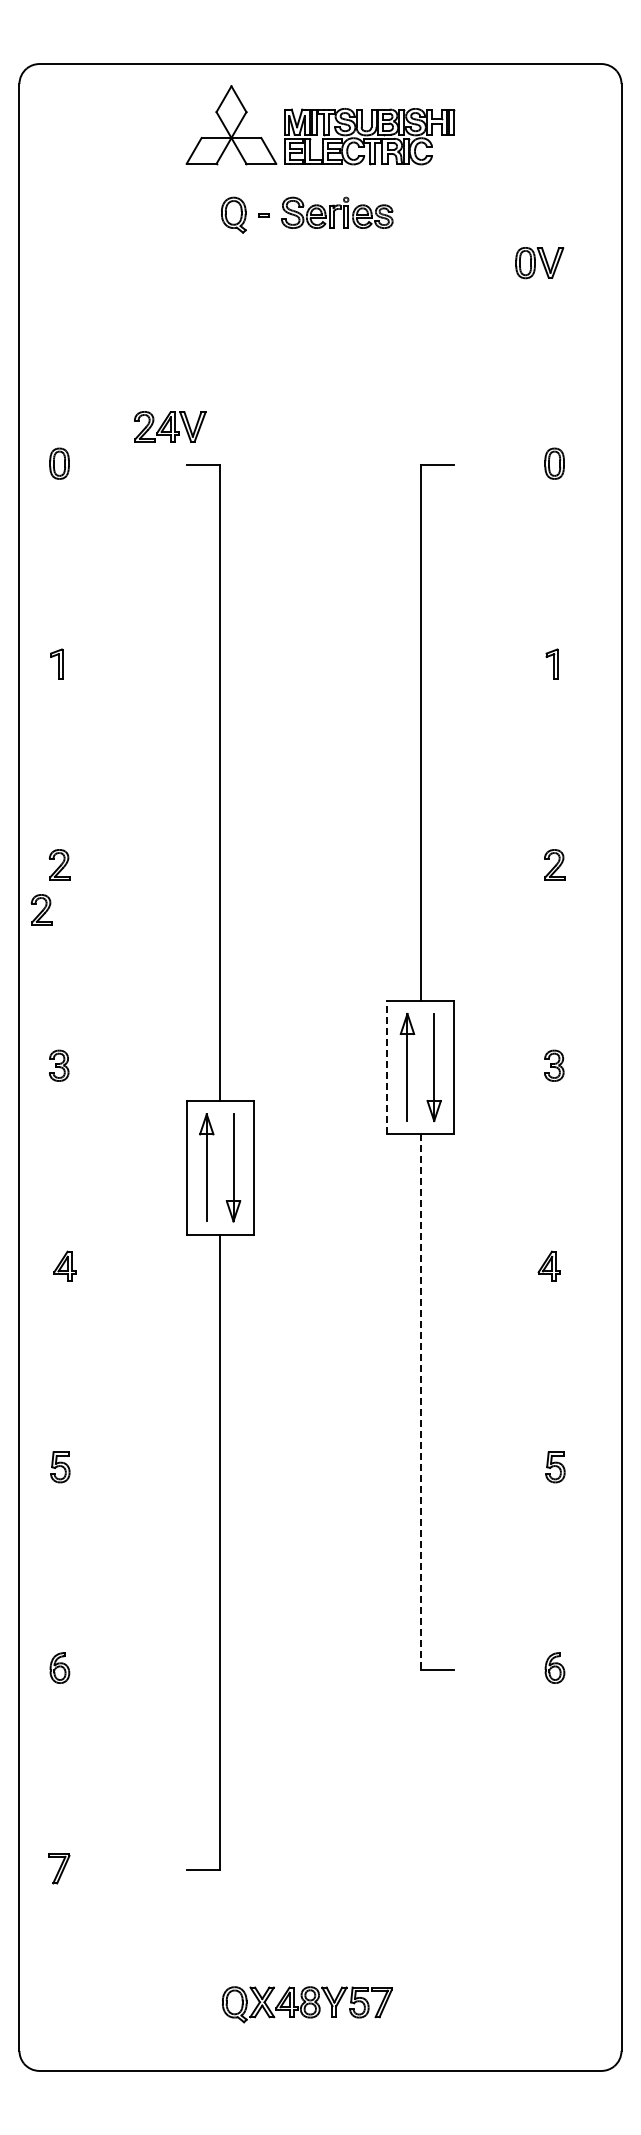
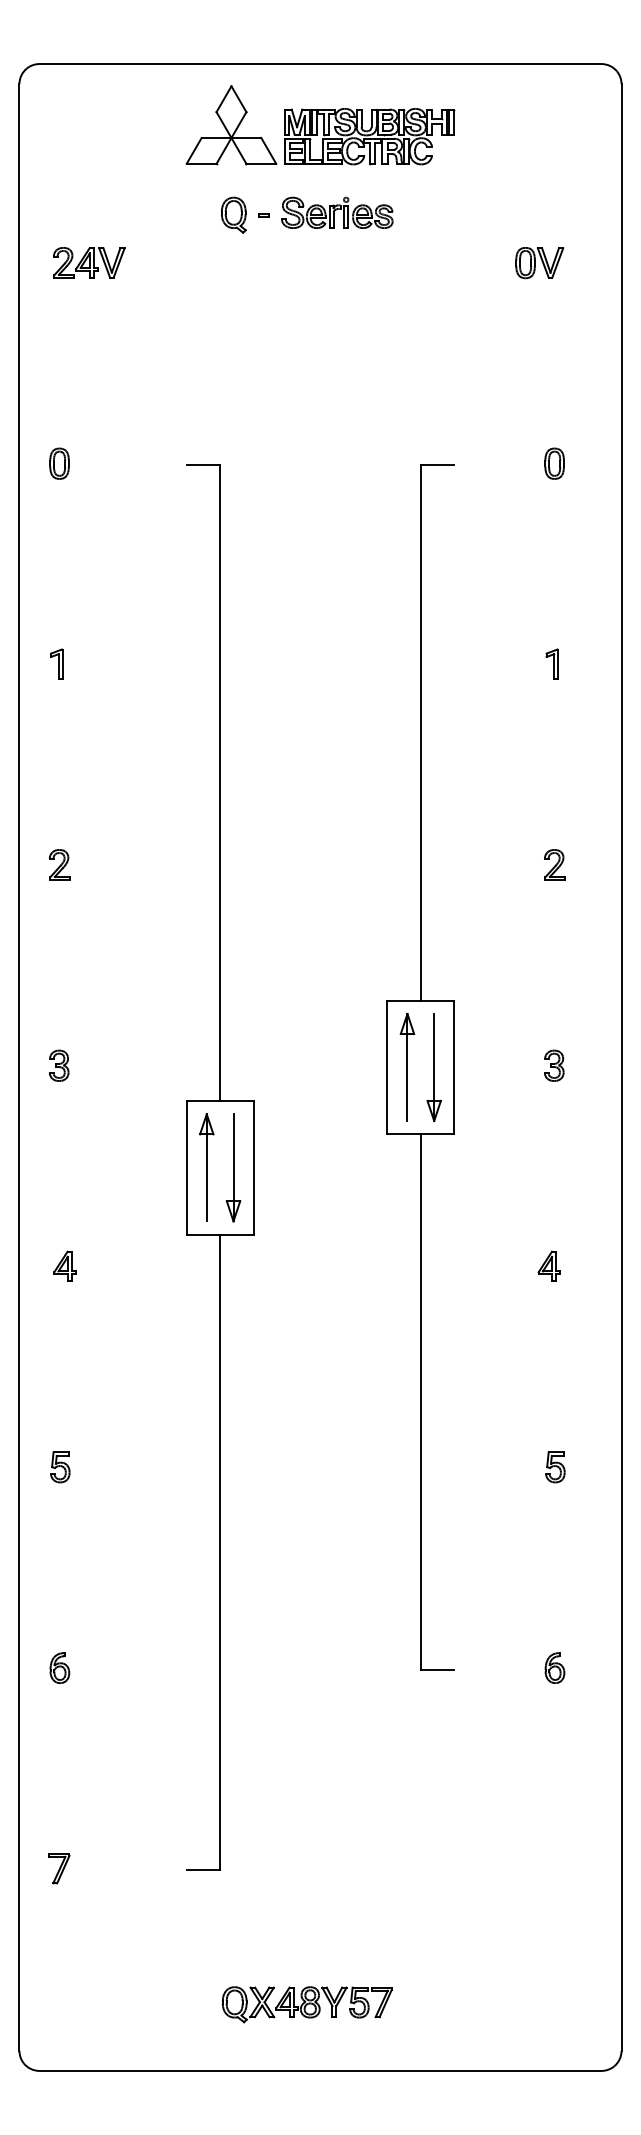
part at (170, 426) position: (170, 426) -> (89, 262)
part at (41, 909): present -> none
line at (387, 1067): dashed -> solid
line at (420, 1401): dashed -> solid
